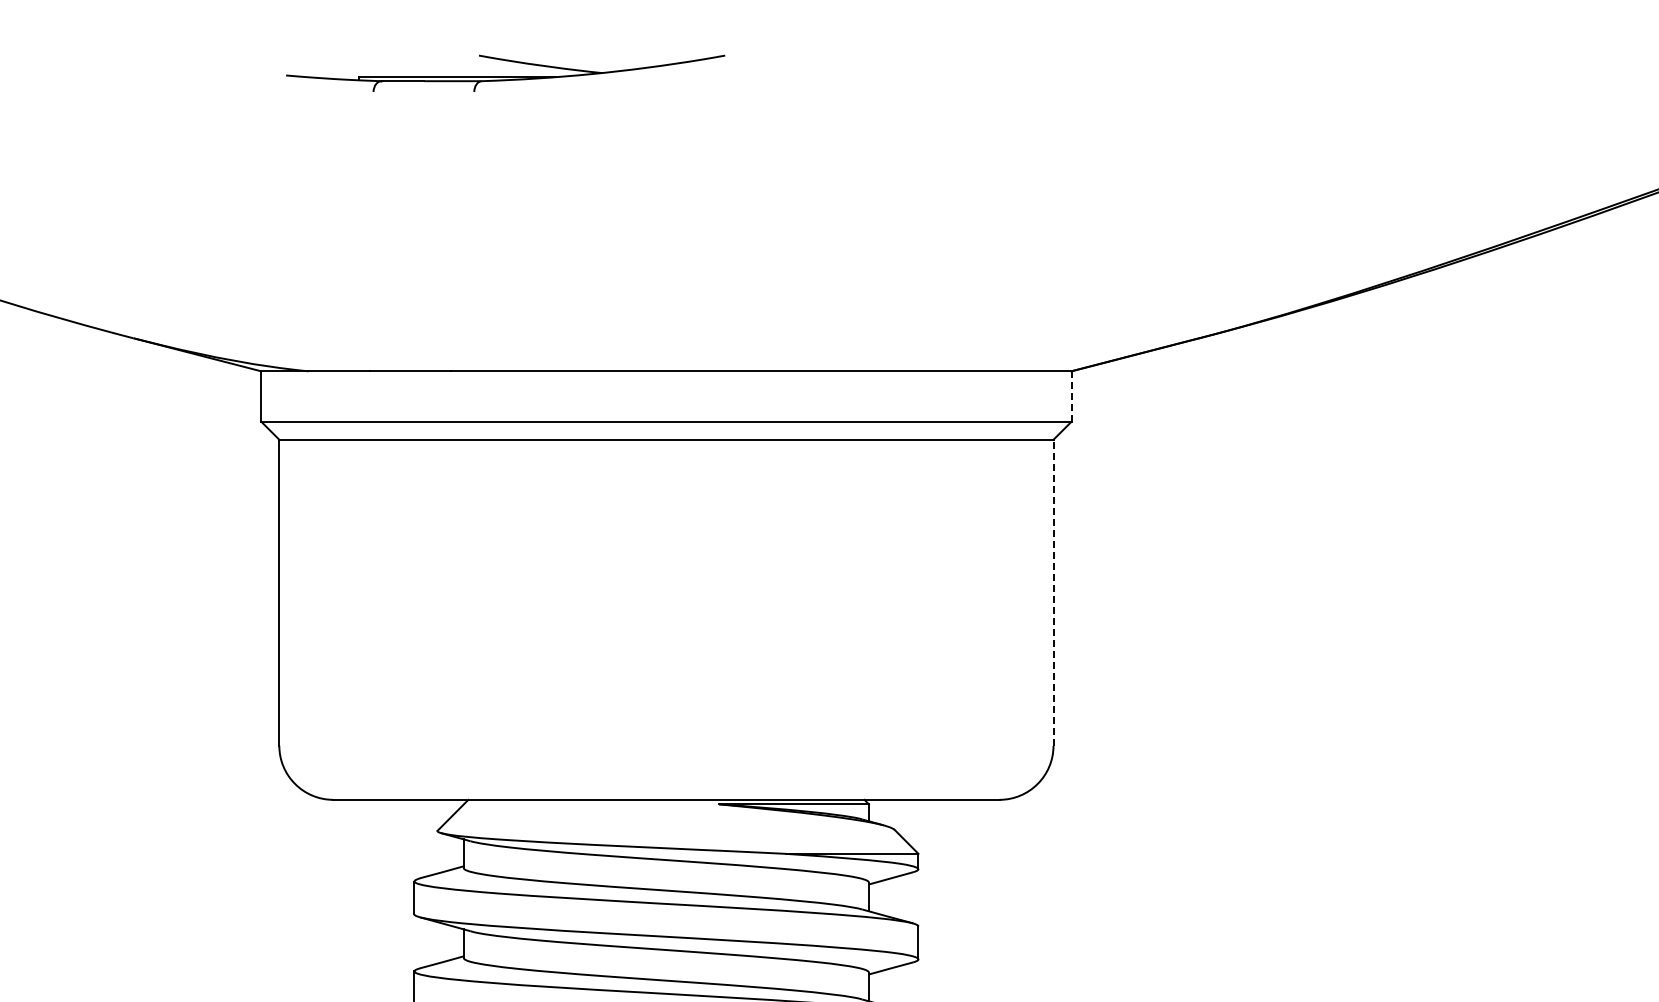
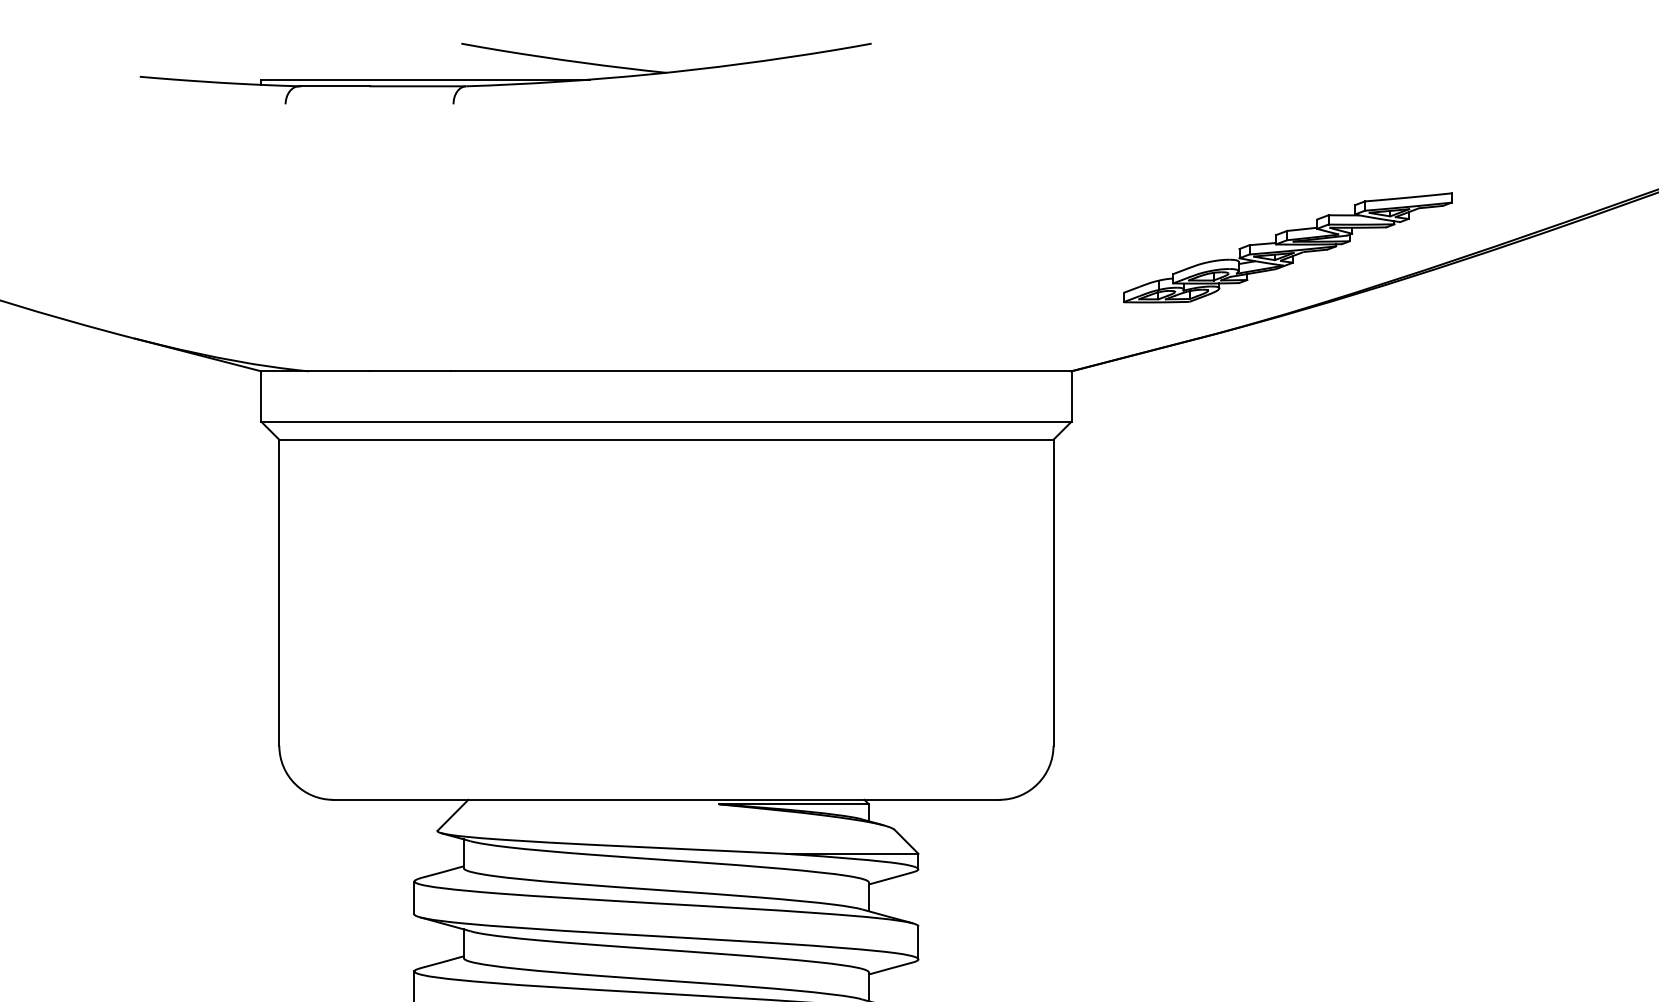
part at (505, 72) size: 440x38 px -> 733x63 px
part at (1287, 247): none -> present
line at (1071, 396): dashed -> solid
line at (1053, 592): dashed -> solid
